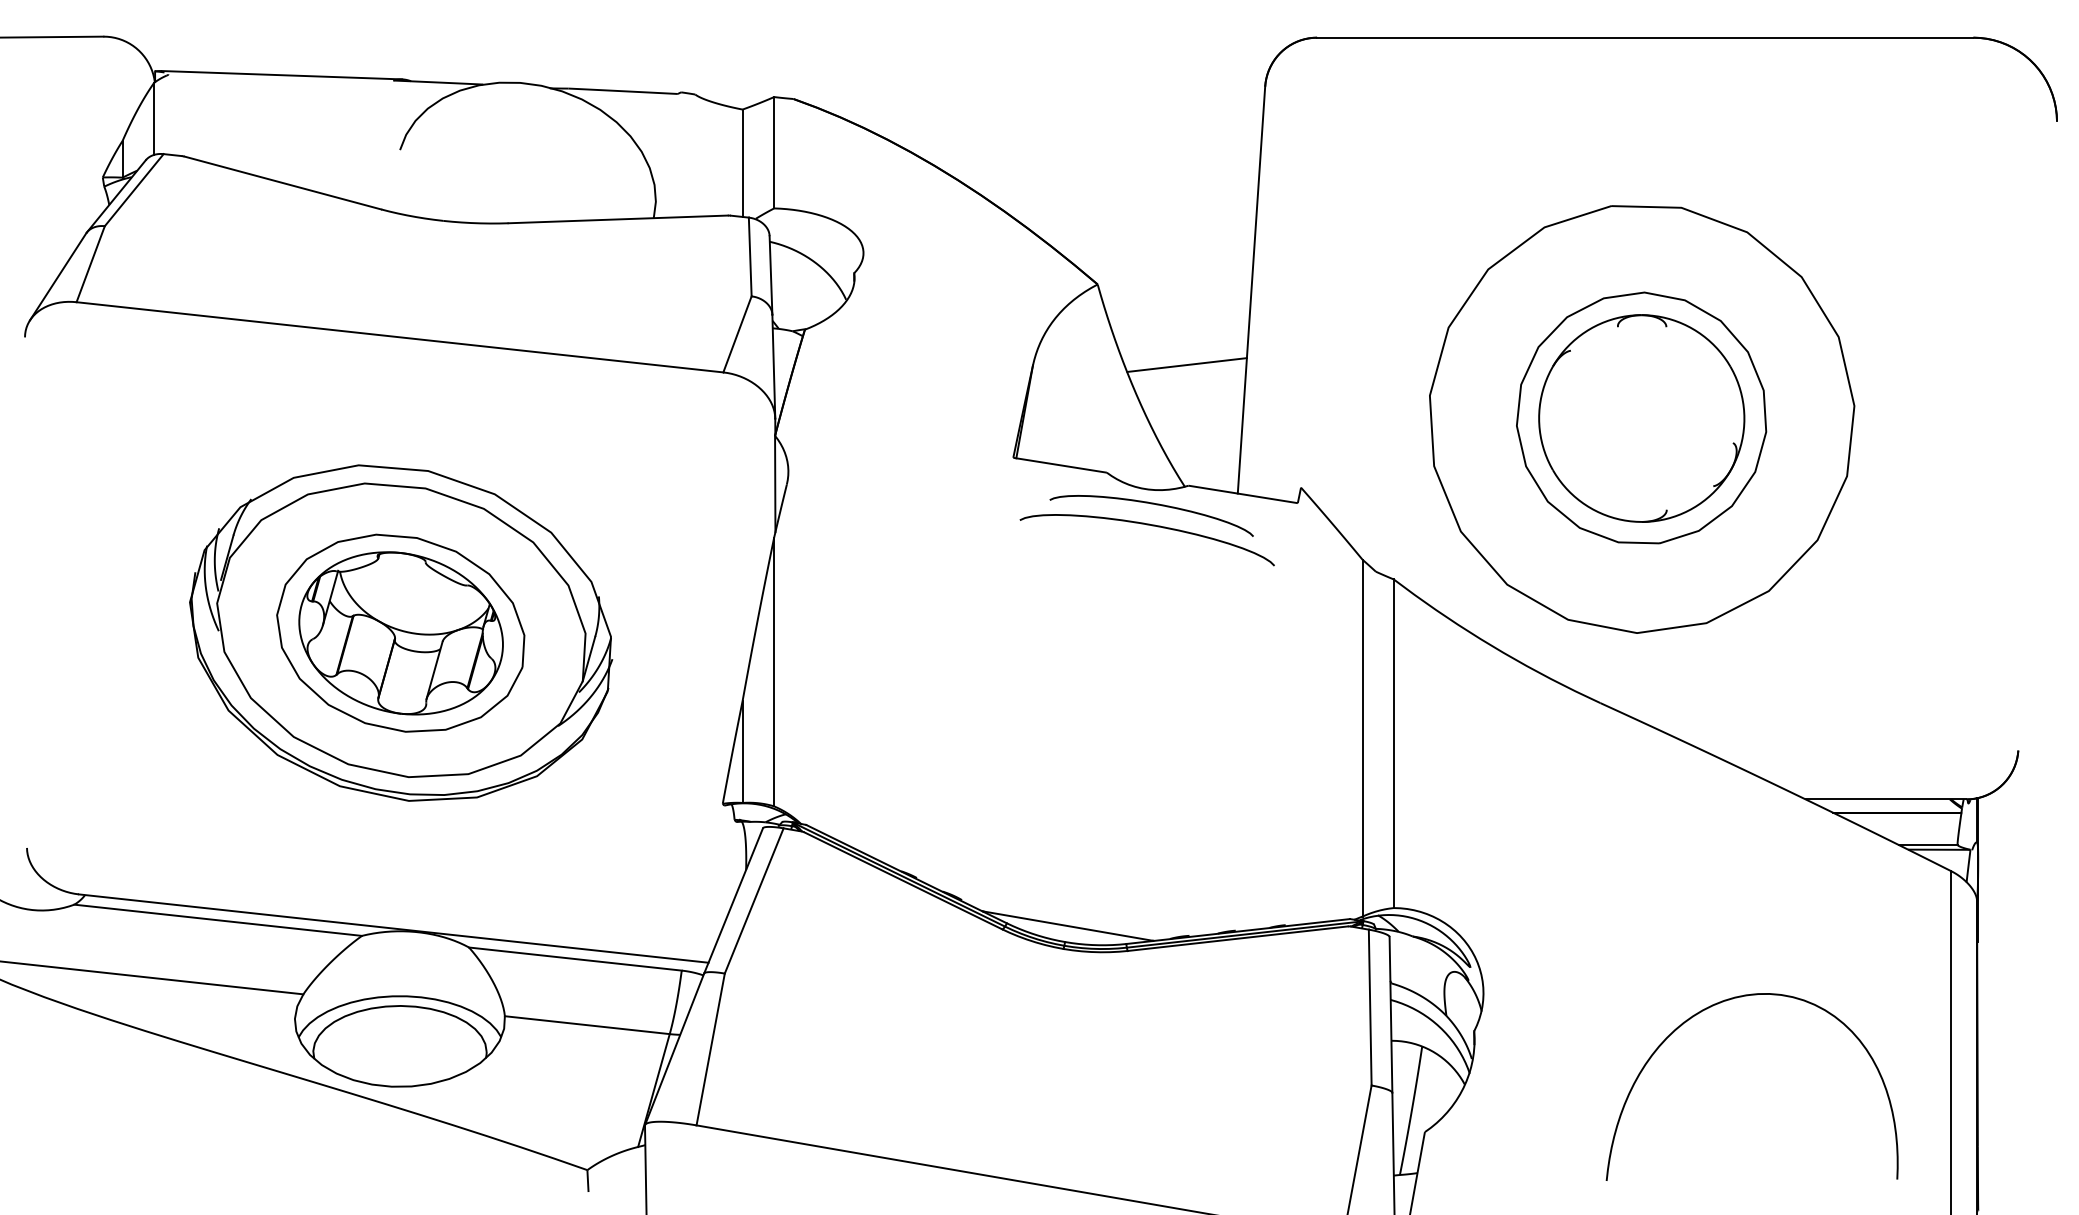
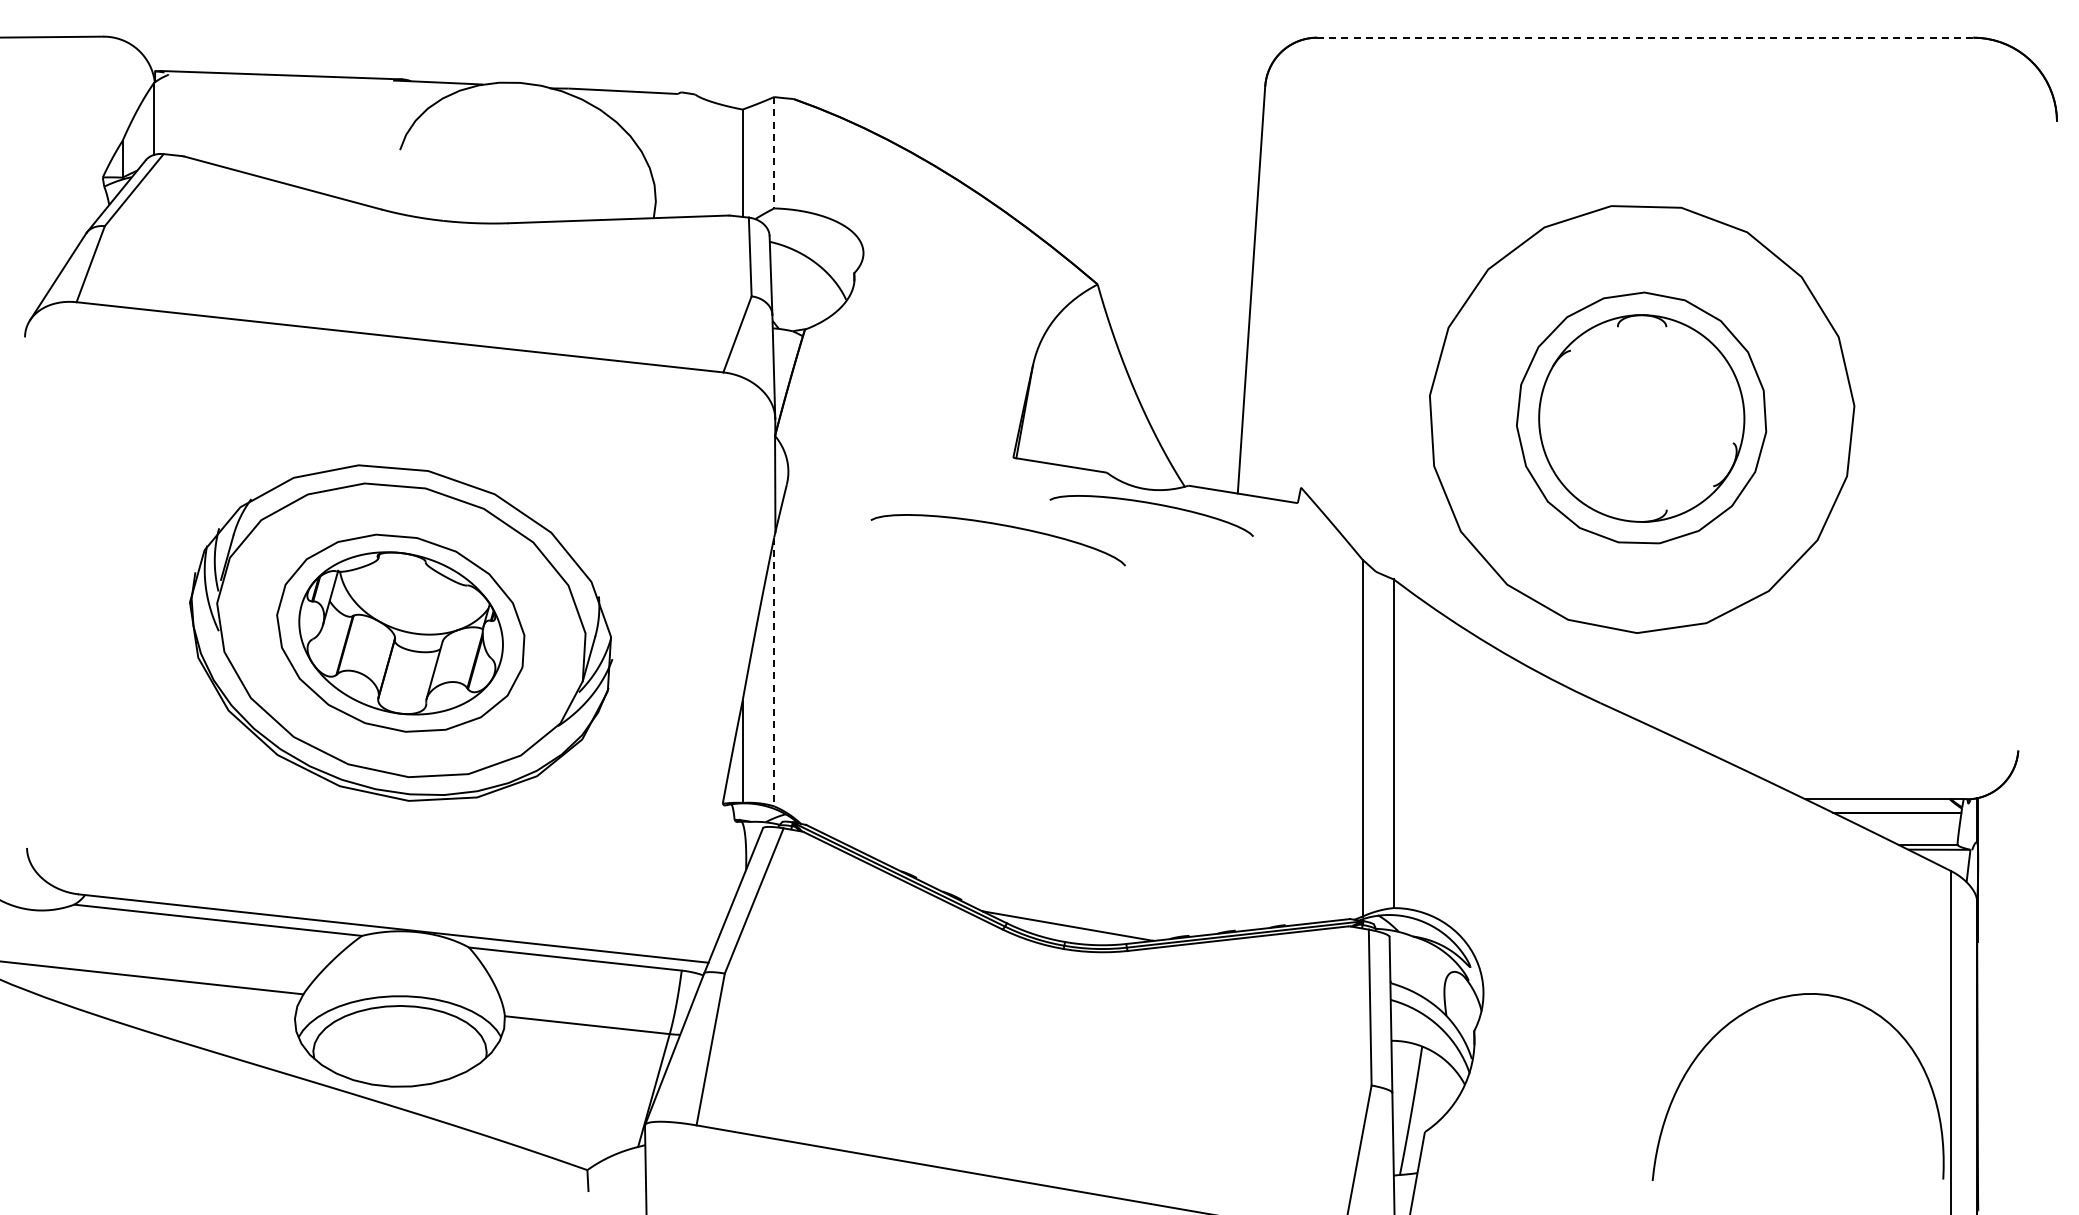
line at (1644, 37): solid -> dashed
line at (774, 152): solid -> dashed
line at (1186, 364): present -> none
curve at (1146, 525) position: (1146, 525) -> (997, 525)
line at (774, 672): solid -> dashed
curve at (1718, 1004) position: (1718, 1004) -> (1764, 1004)
